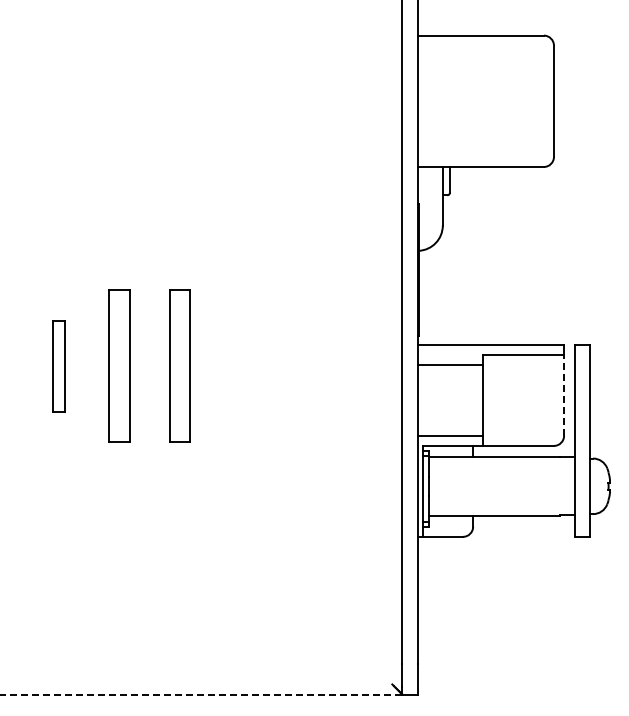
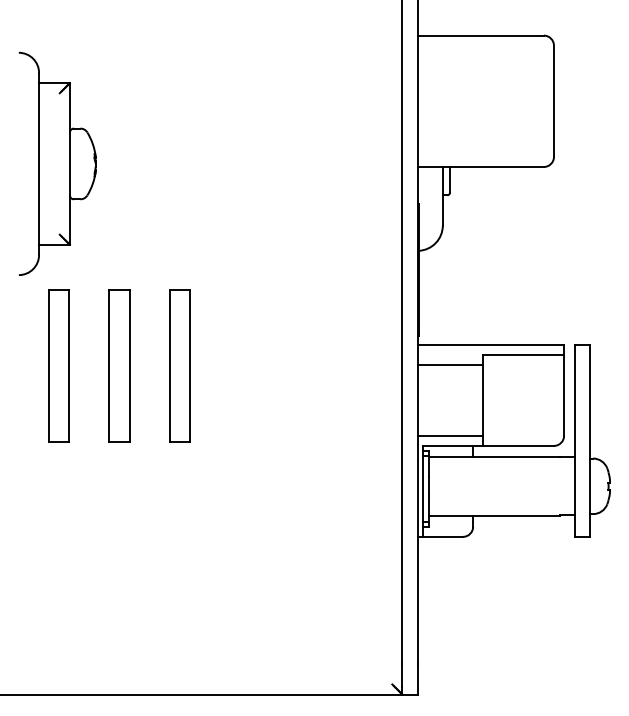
part at (57, 163): none -> present
part at (58, 366) size: 14x93 px -> 22x154 px
line at (564, 394): dashed -> solid
line at (201, 694): dashed -> solid
